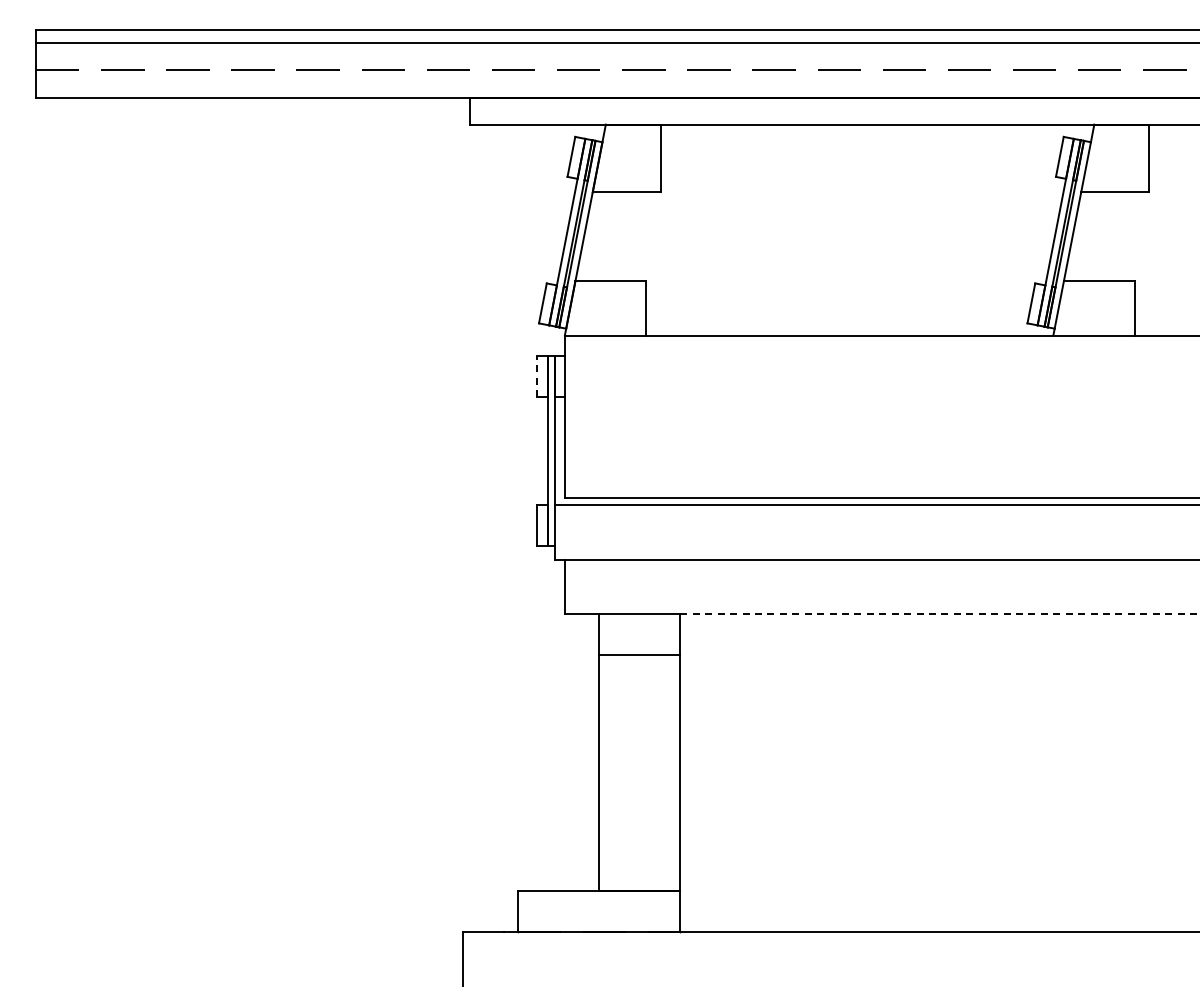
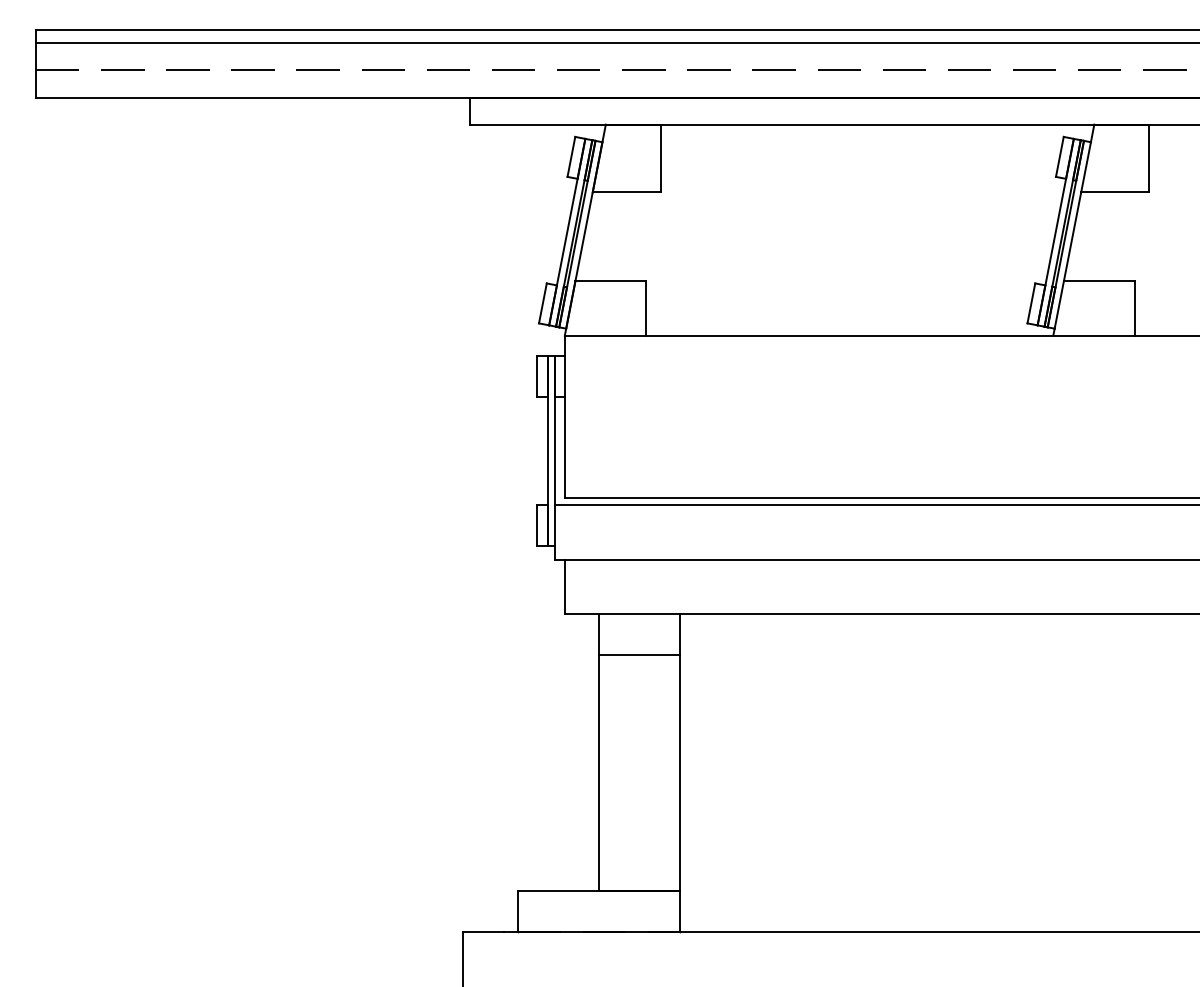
line at (537, 376): dashed -> solid
line at (940, 614): dashed -> solid
